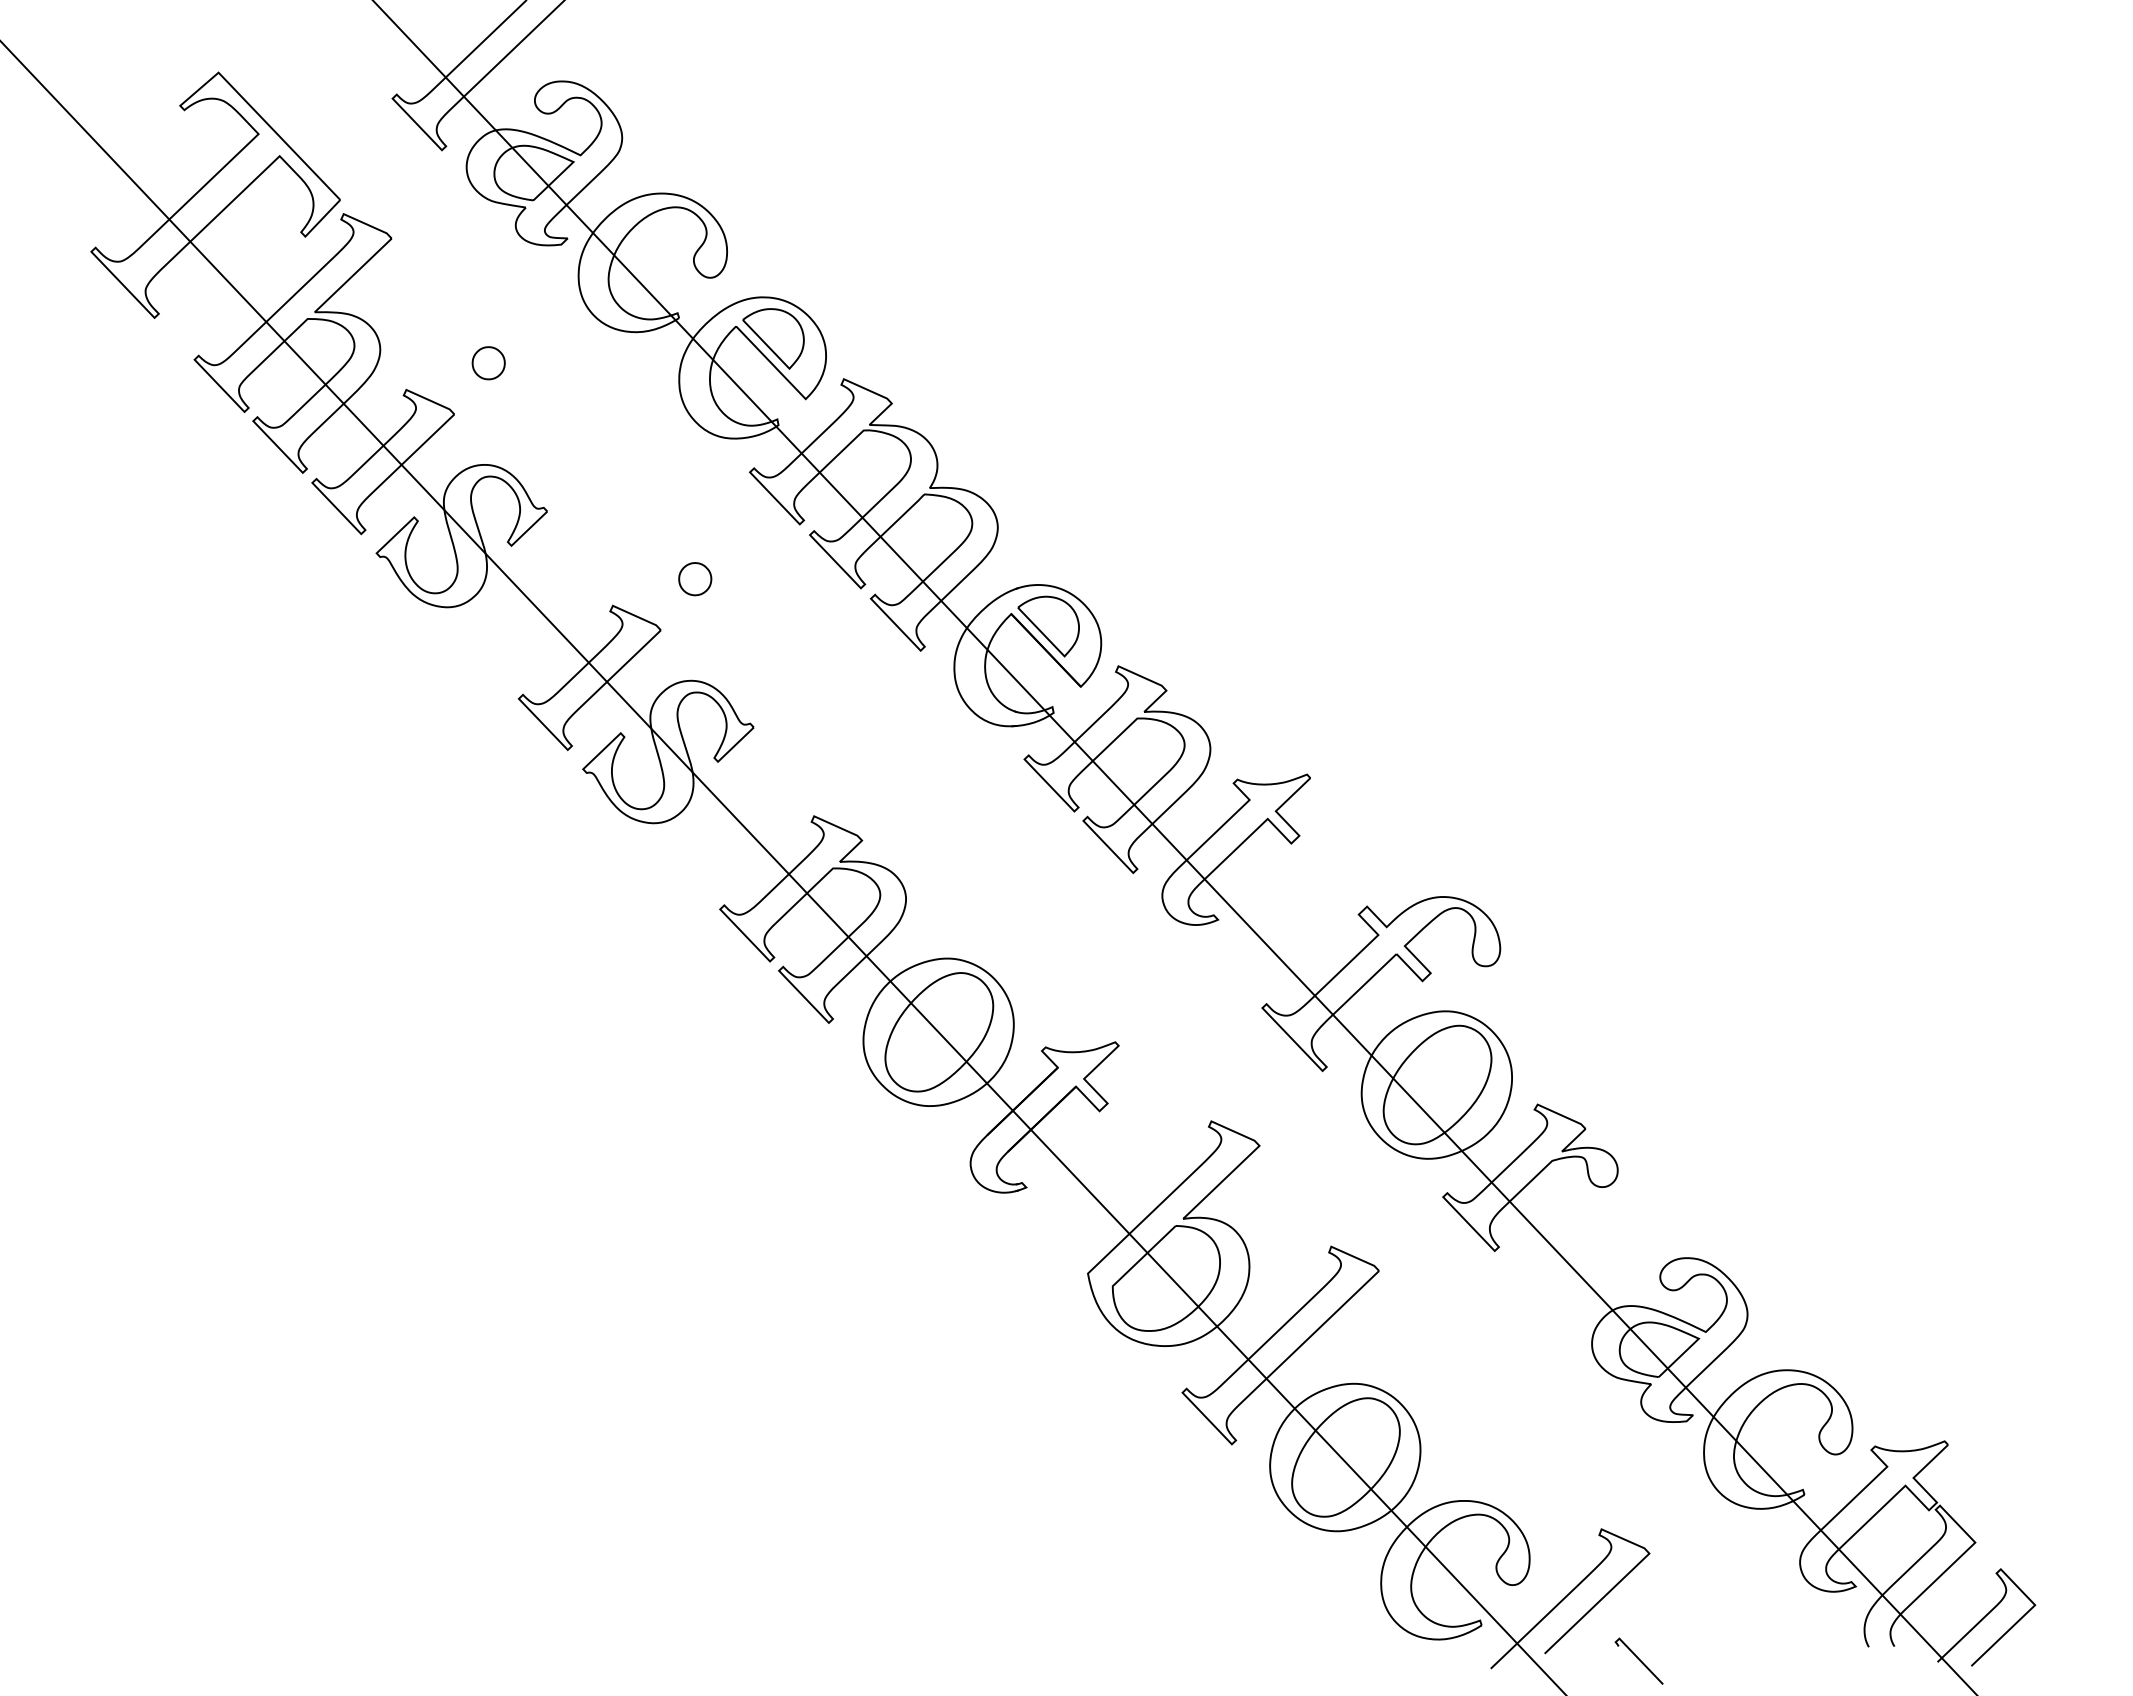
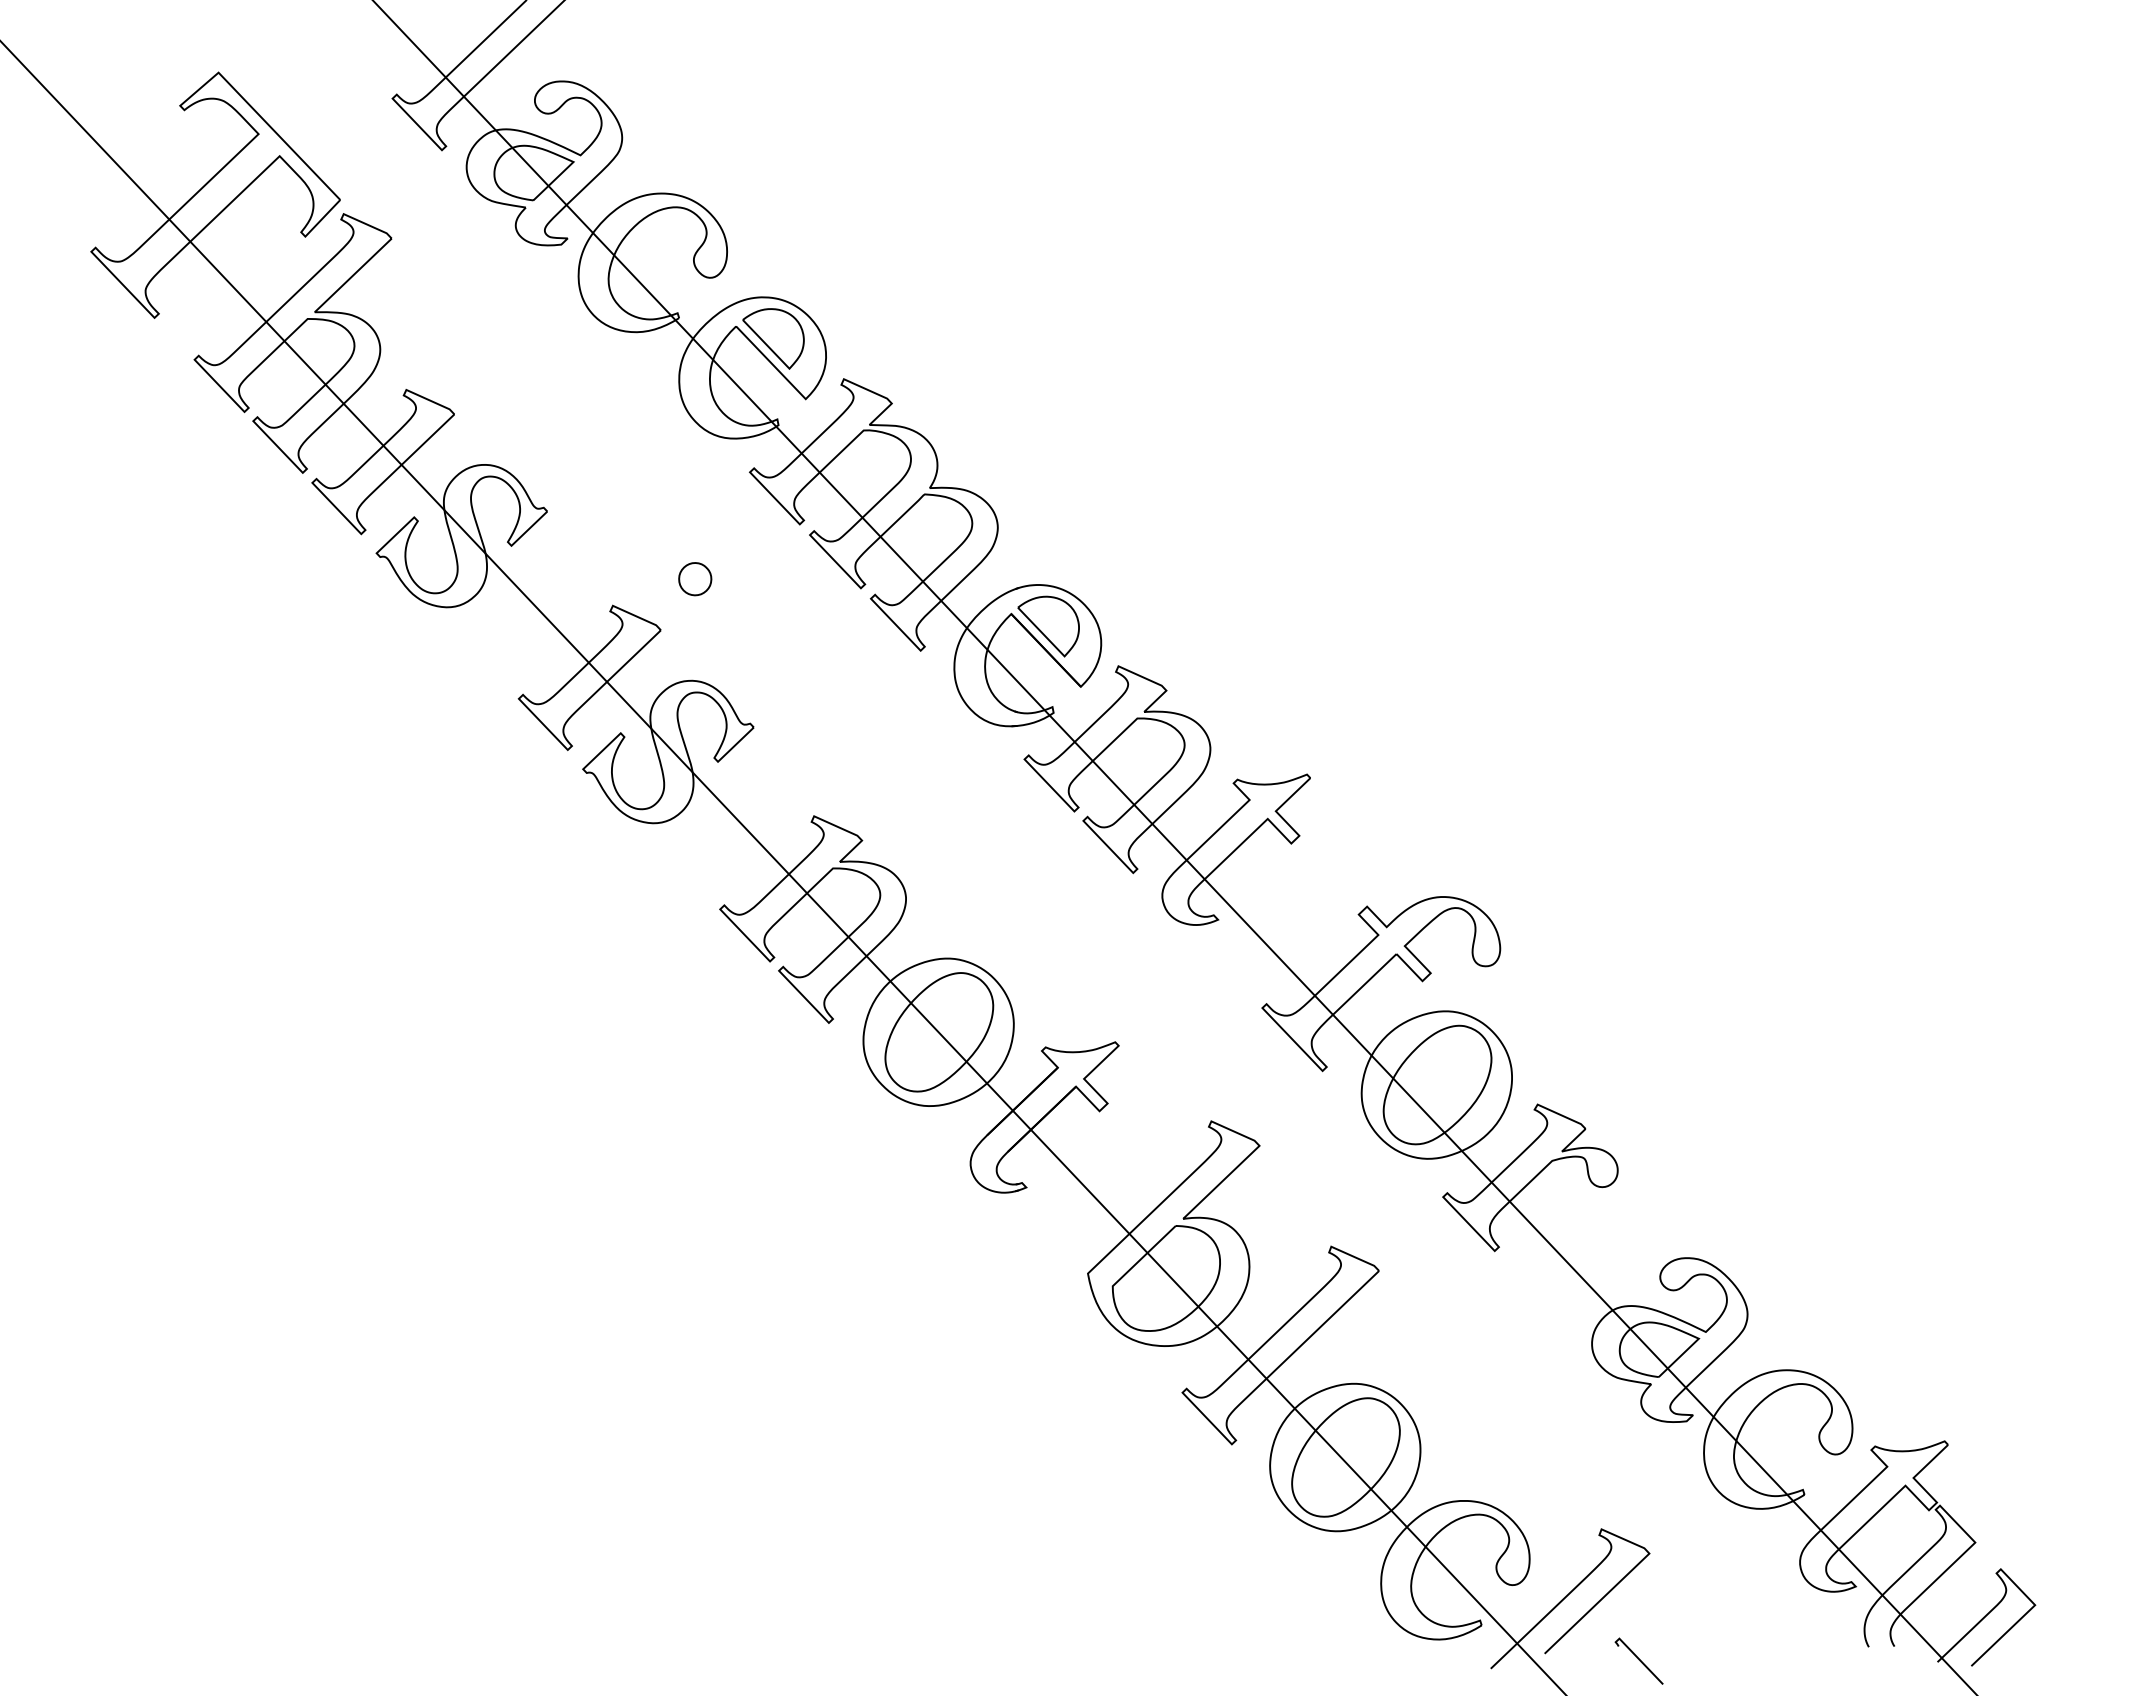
part at (488, 363): present -> none
